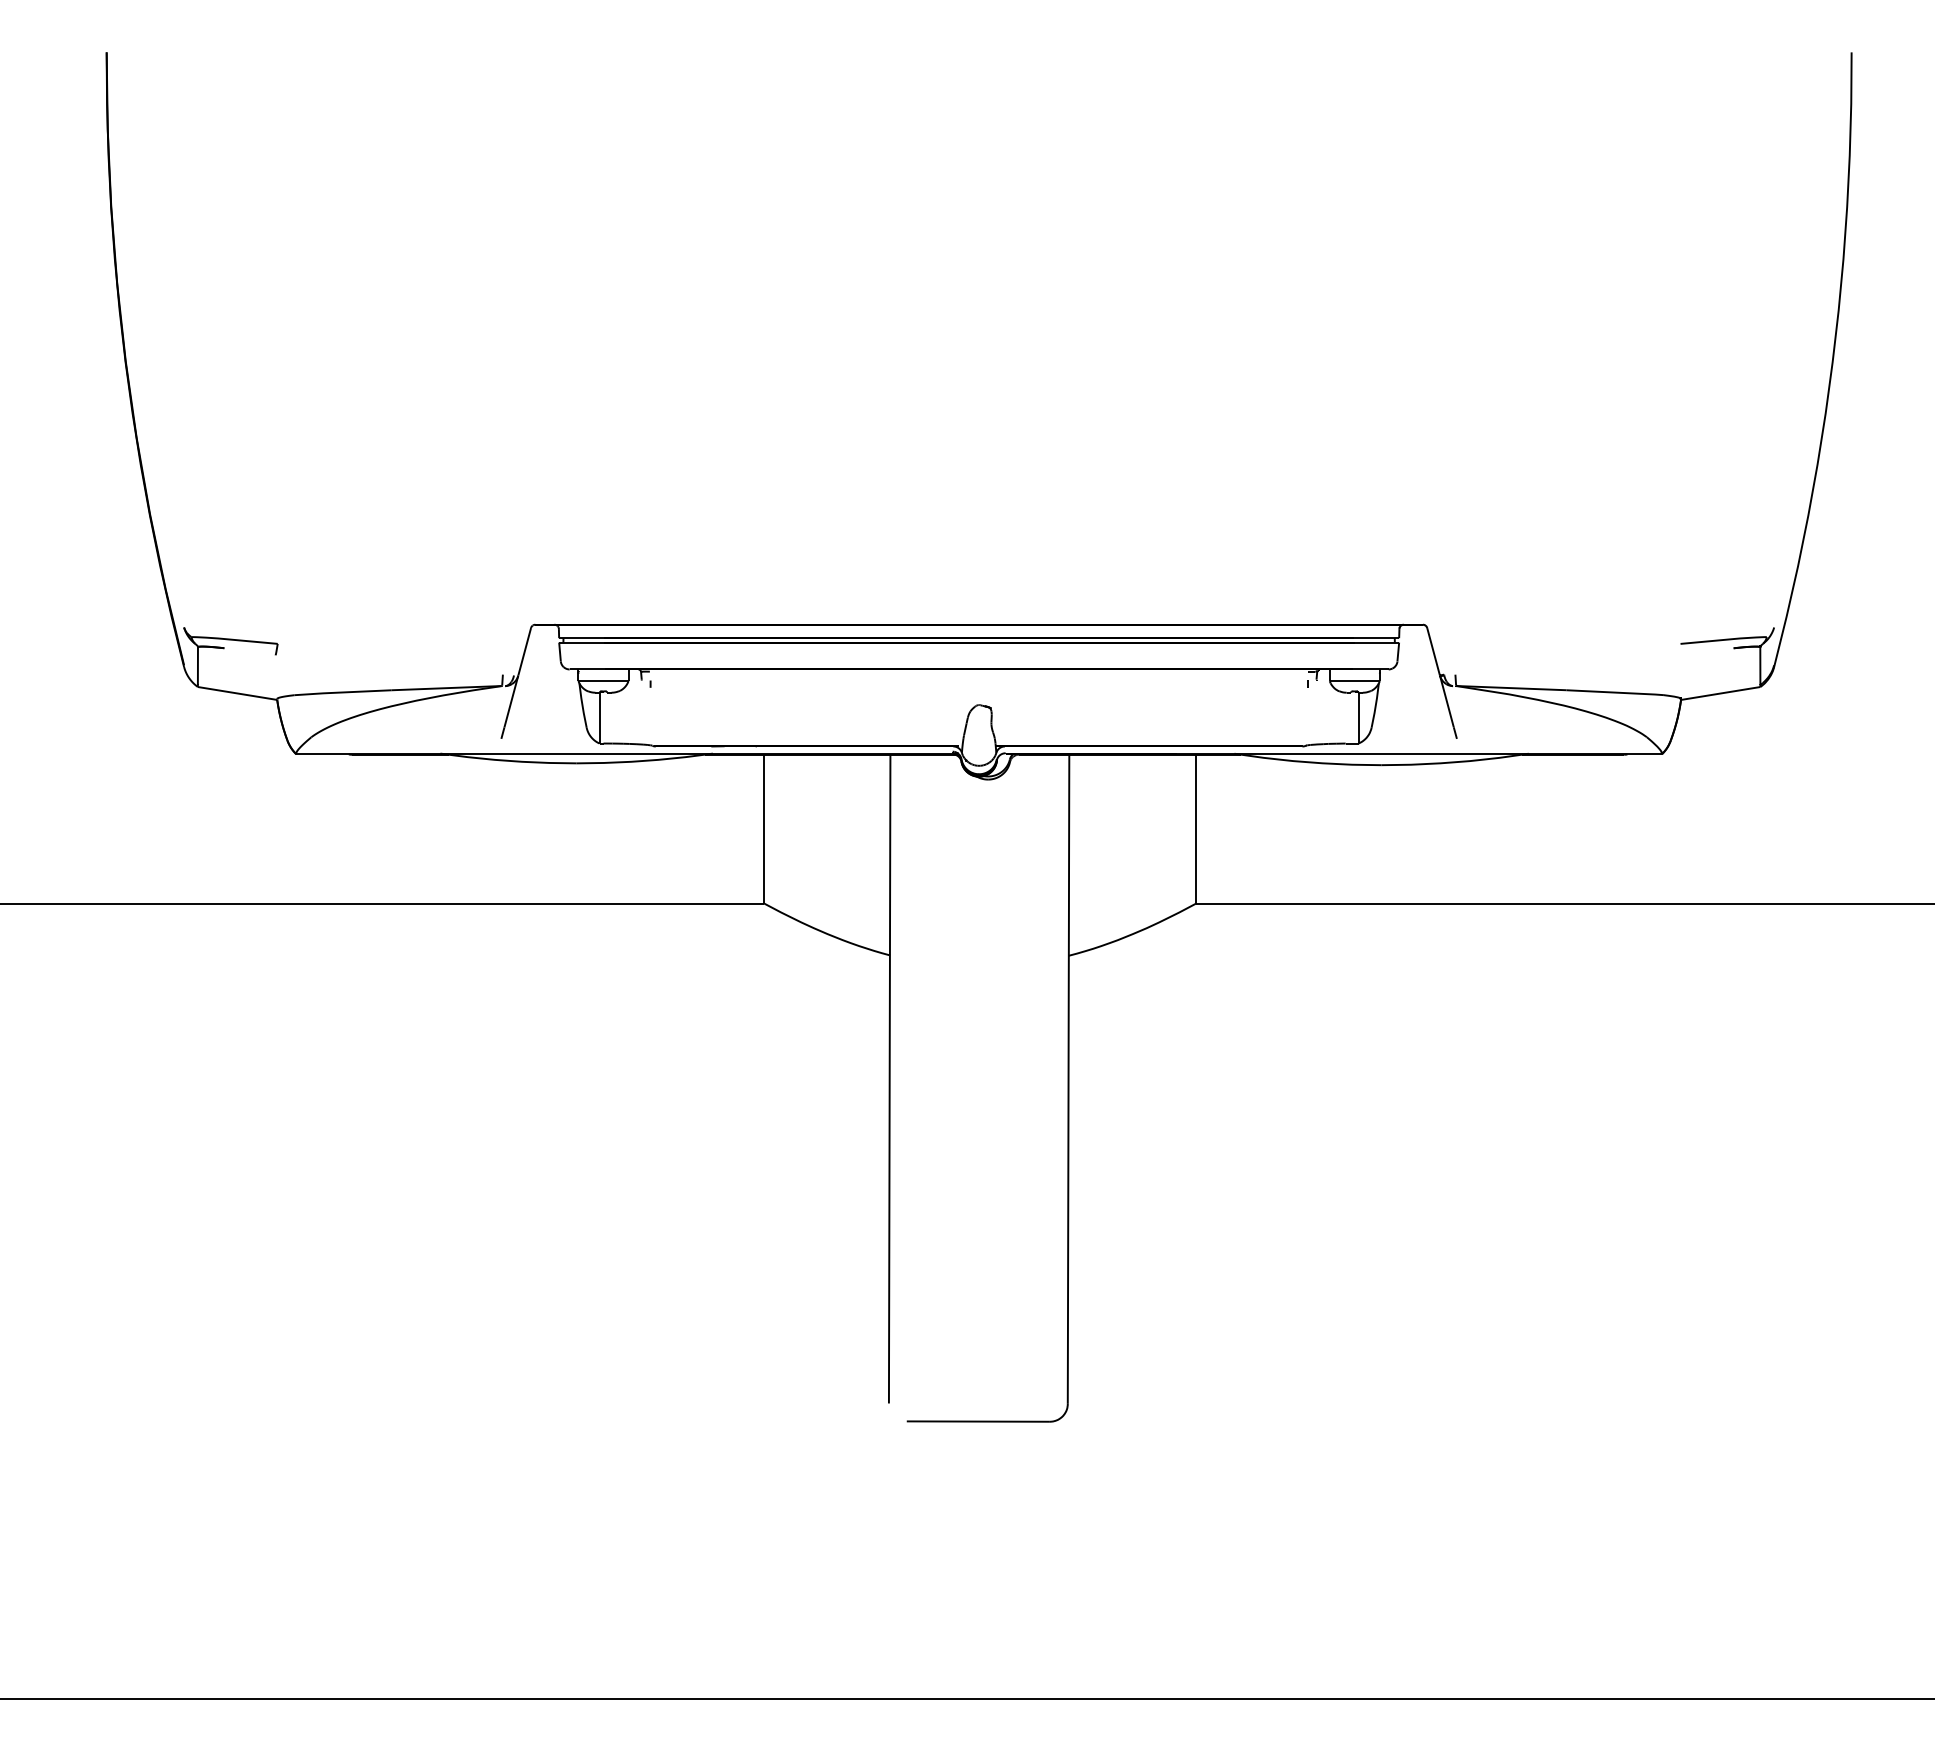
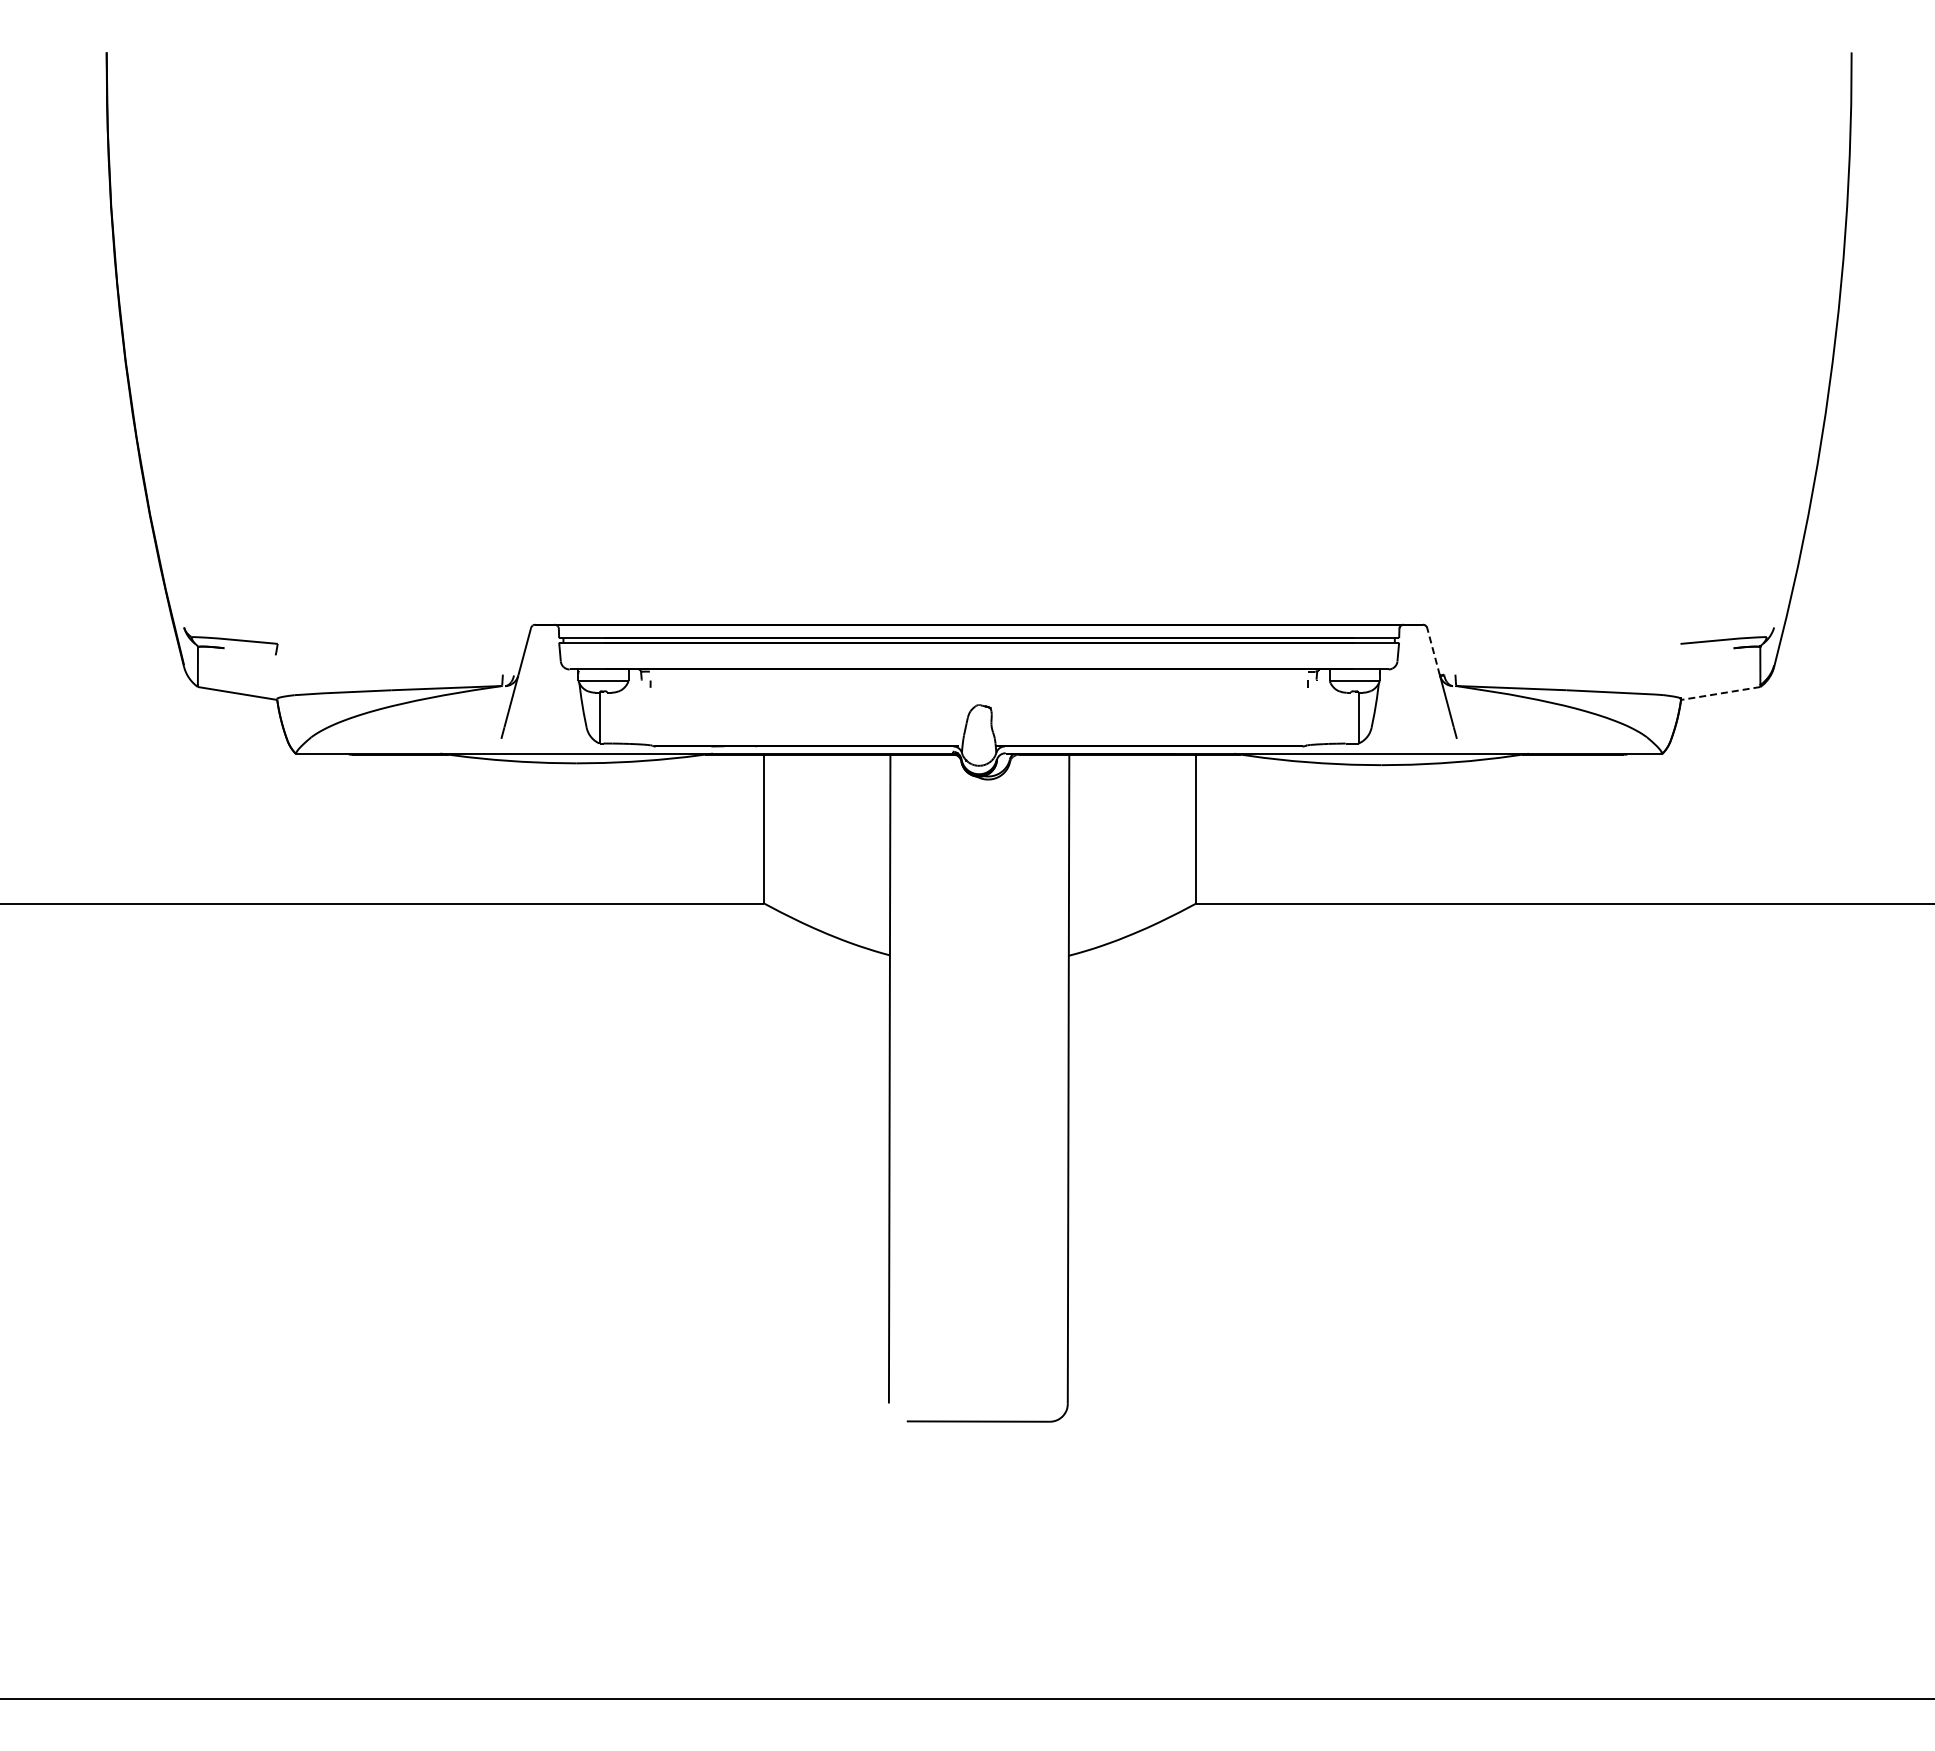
line at (1433, 651): solid -> dashed
line at (1720, 693): solid -> dashed
